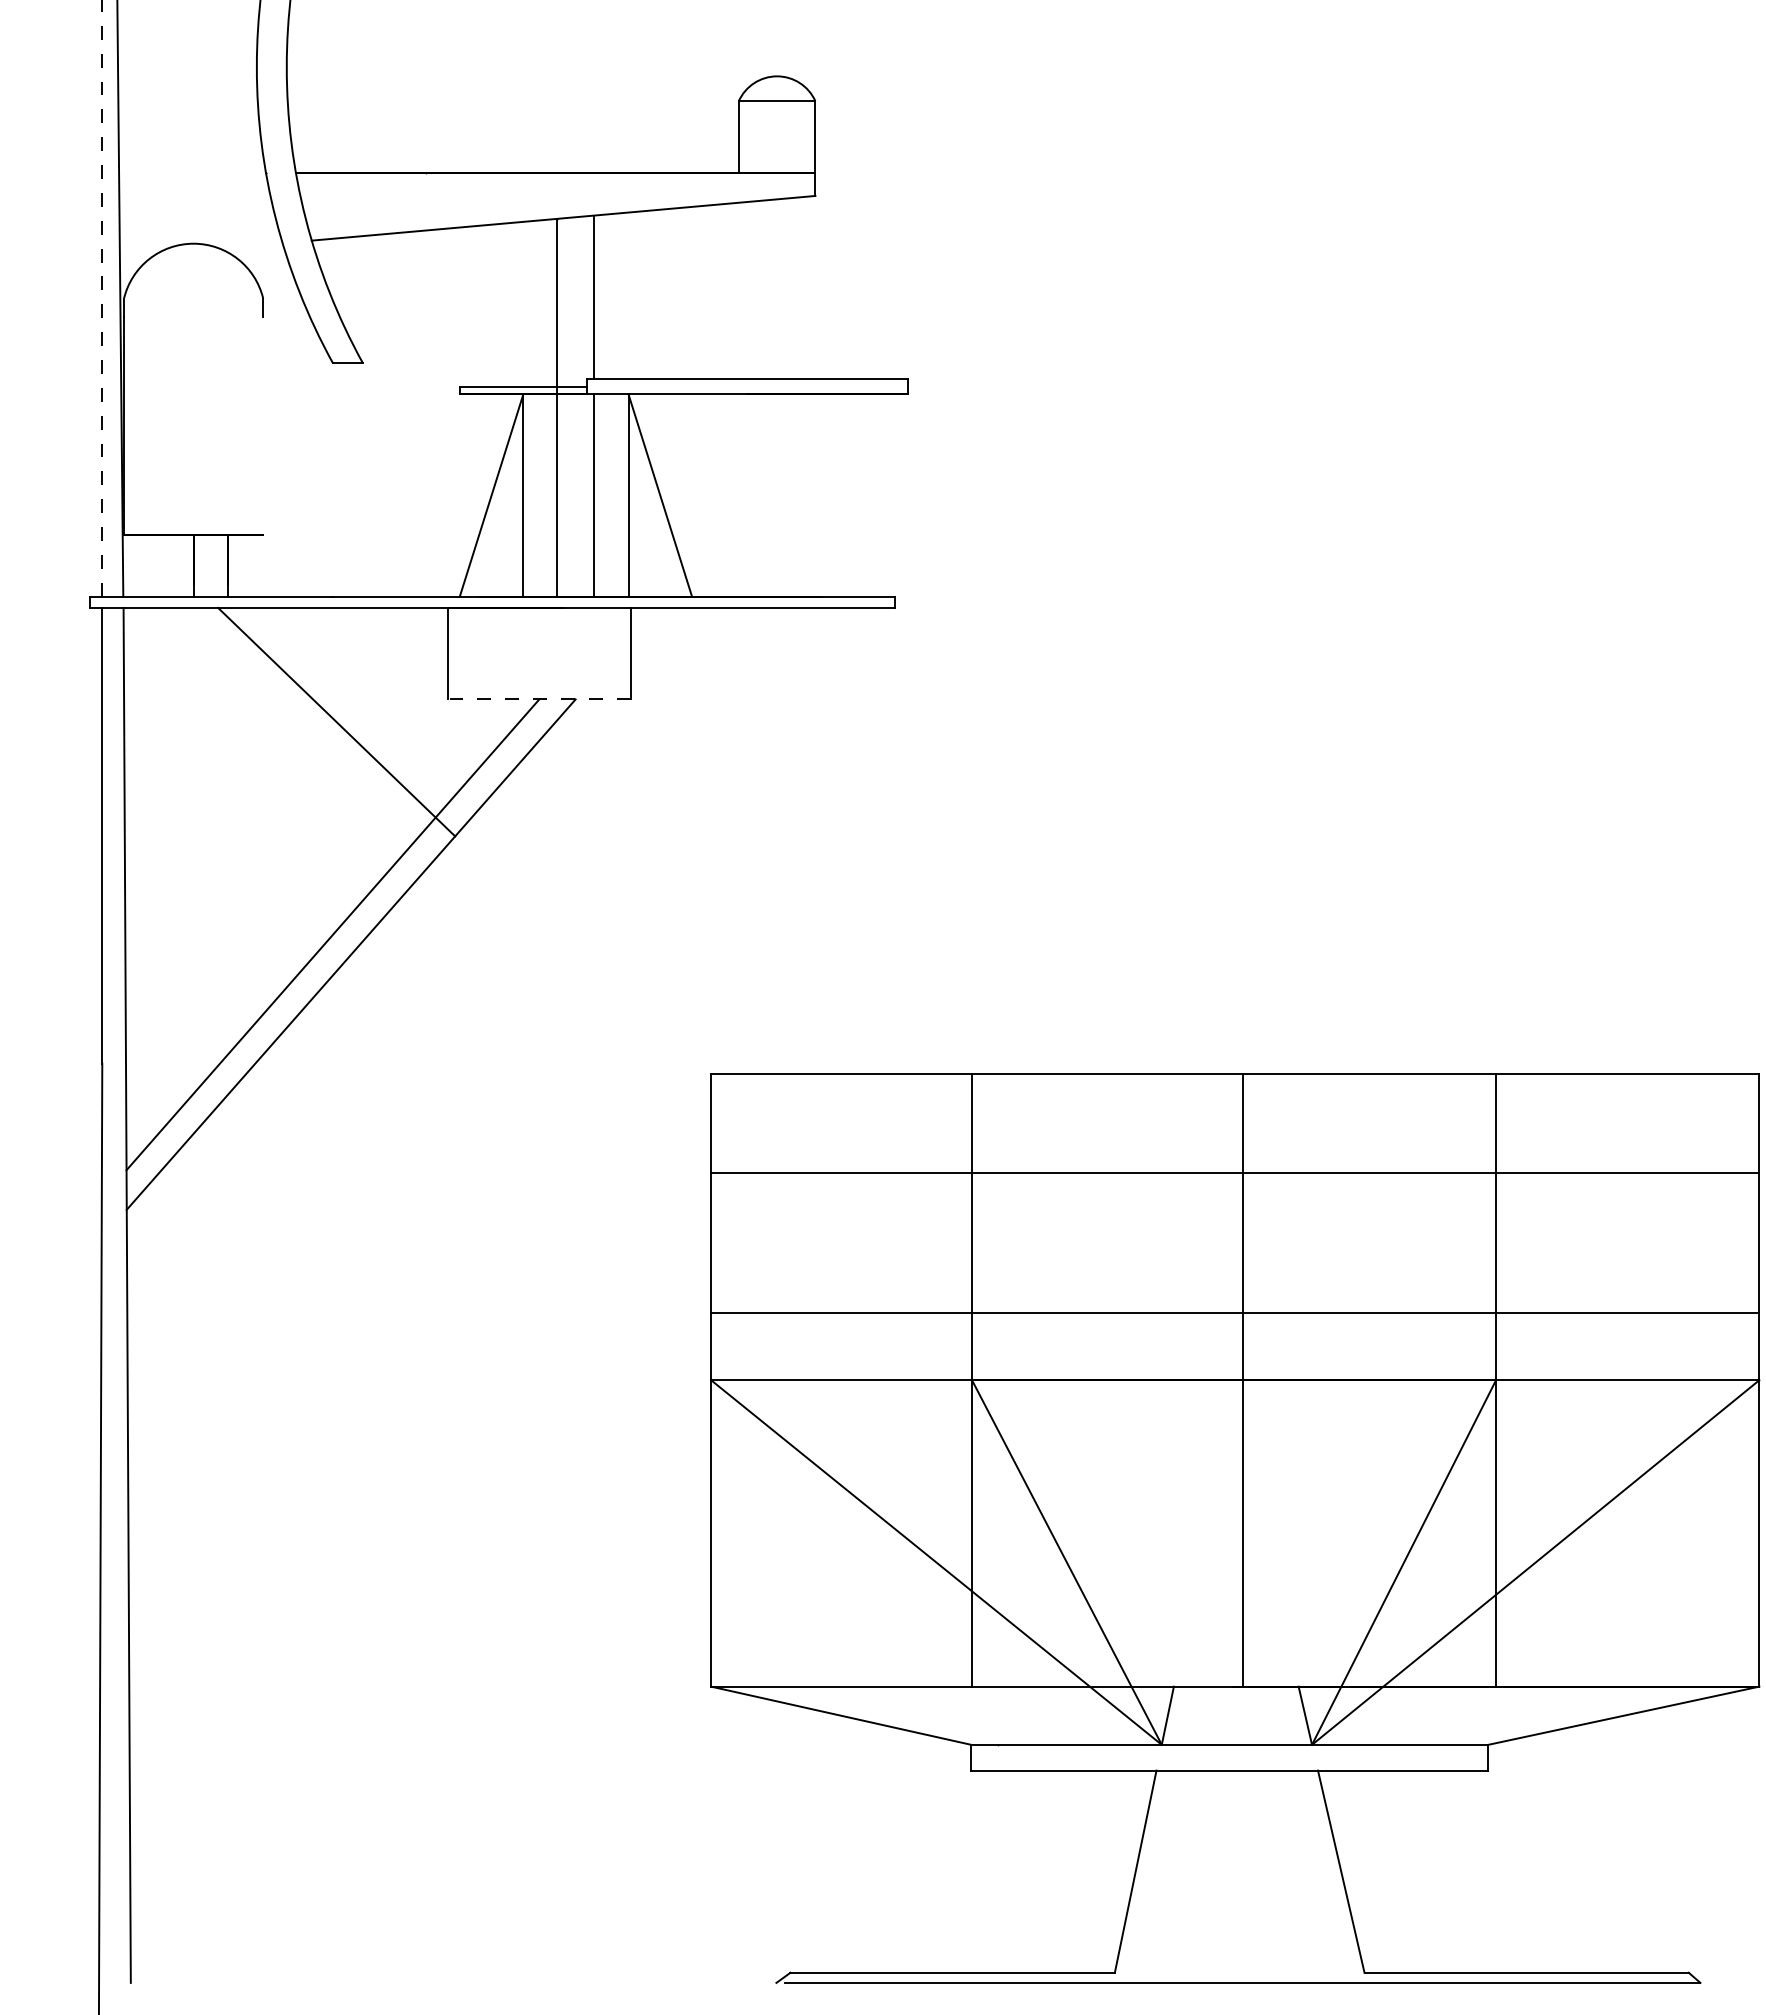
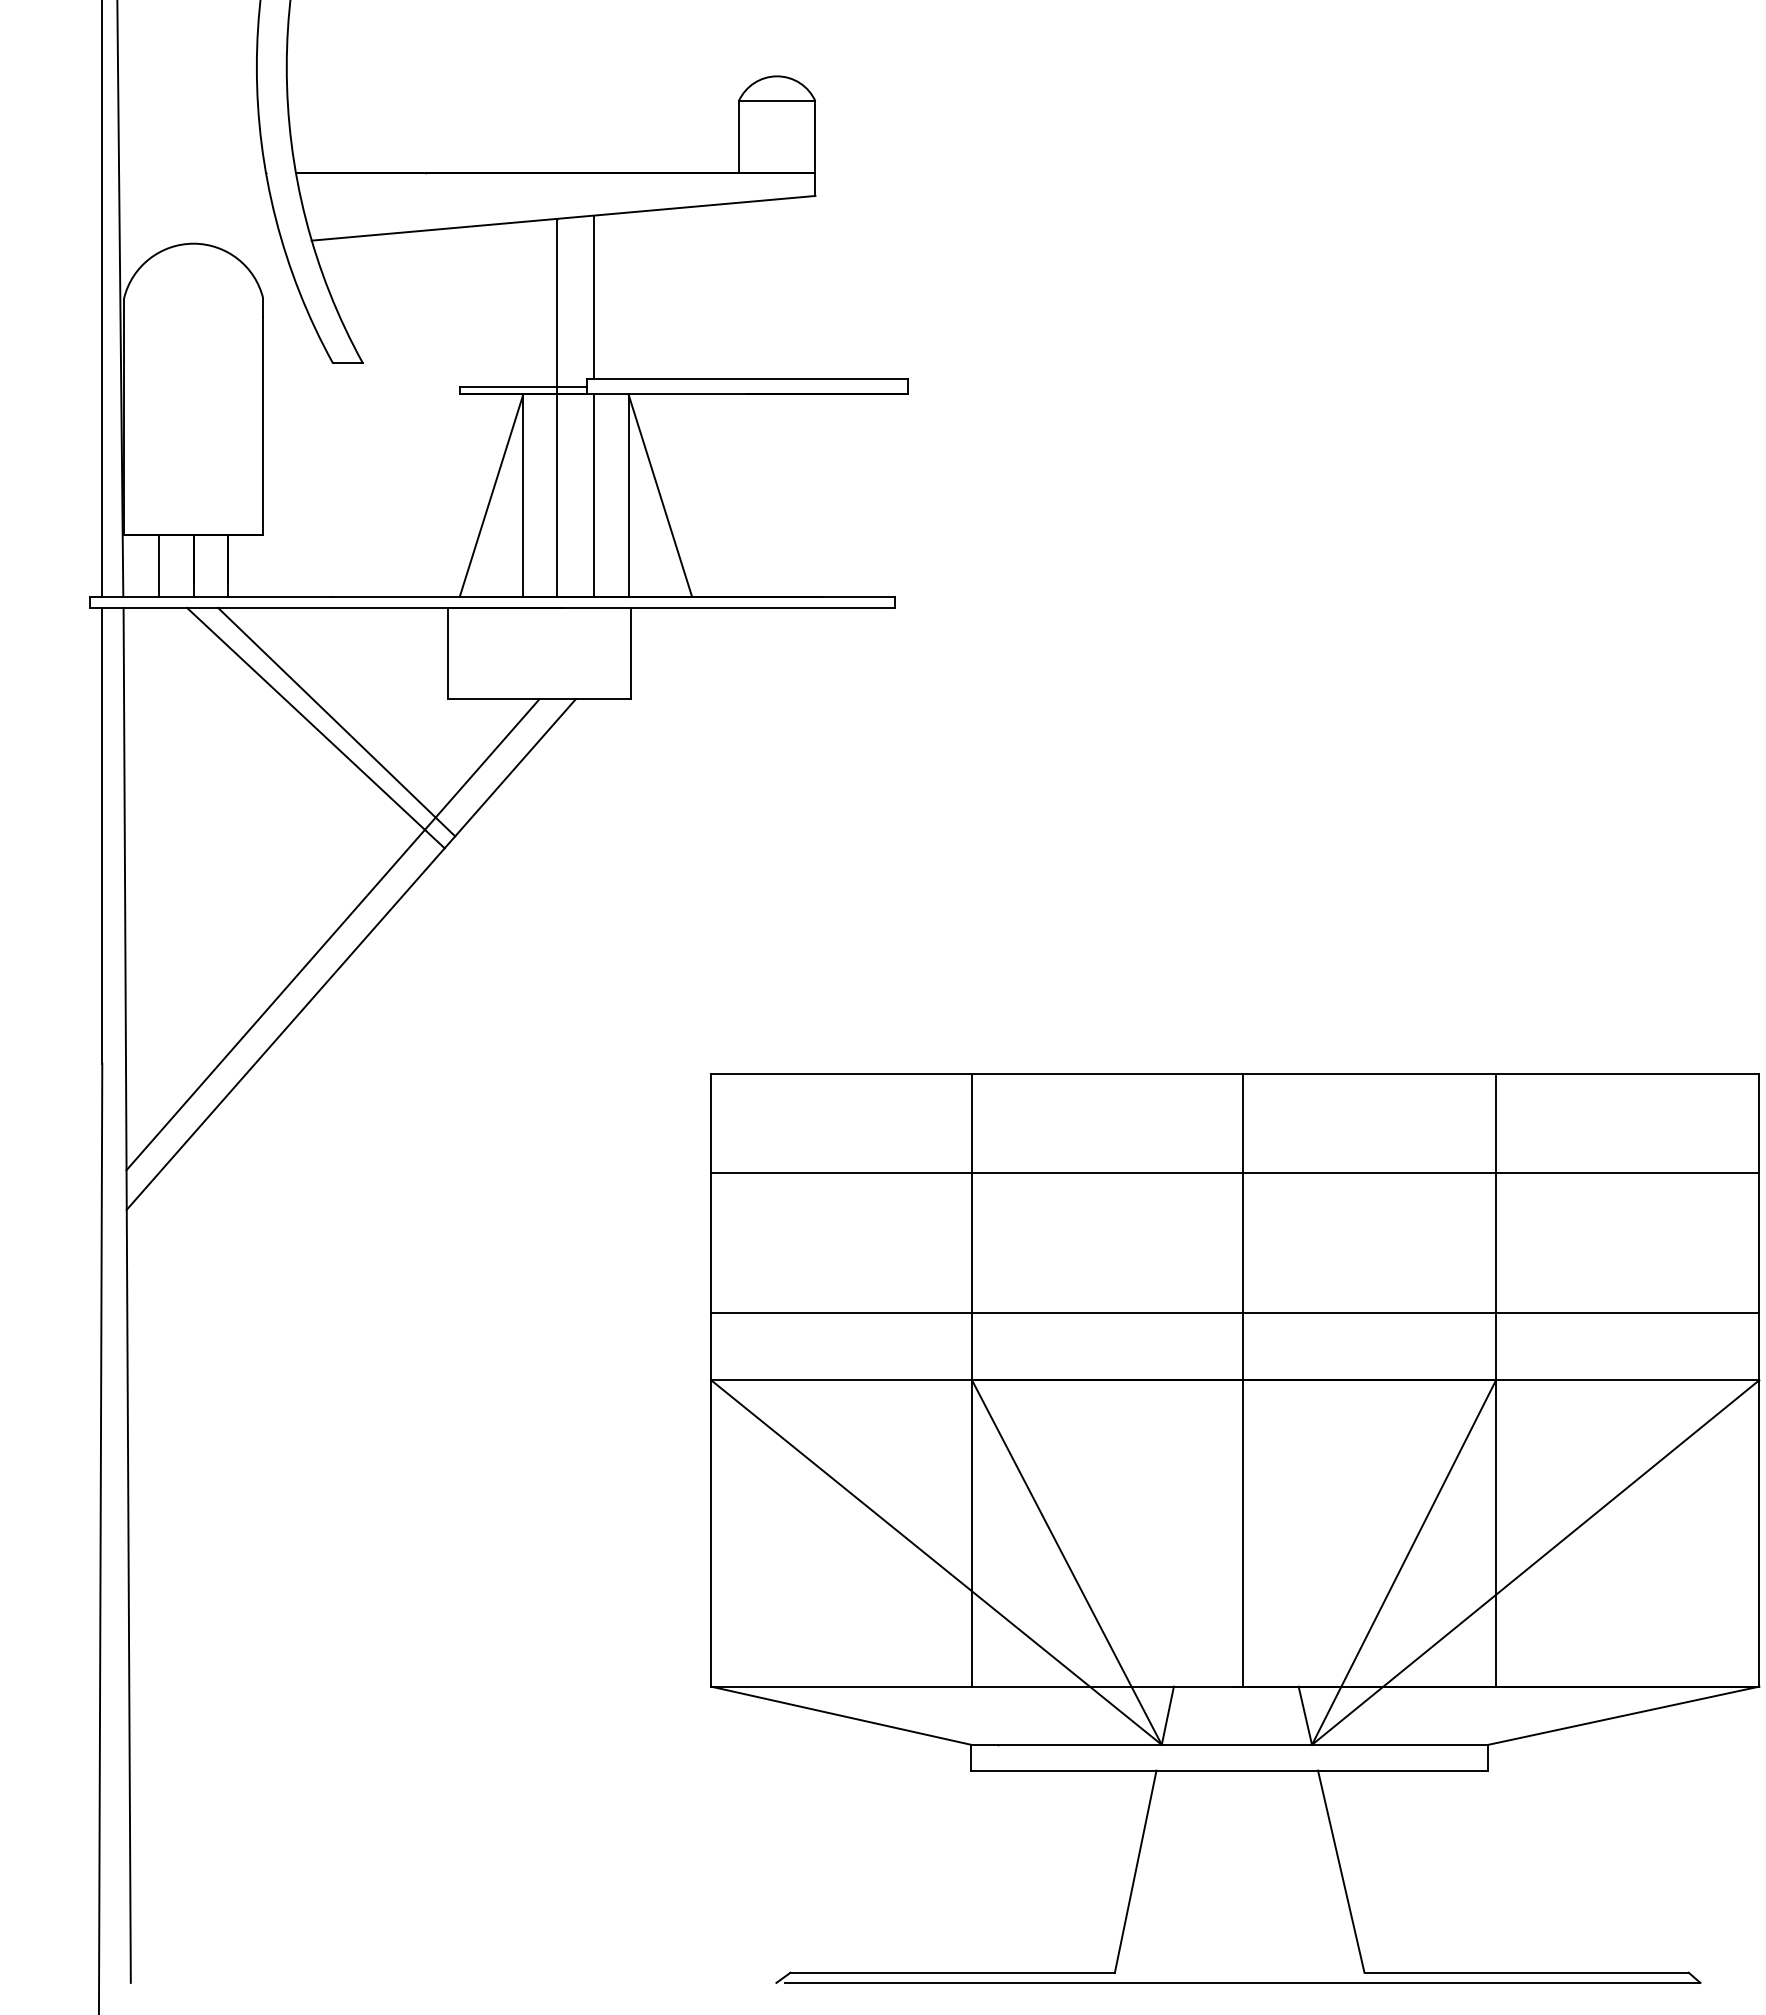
line at (102, 298): dashed -> solid
line at (263, 425): none -> present
line at (158, 565): none -> present
line at (538, 699): dashed -> solid
line at (315, 727): none -> present
